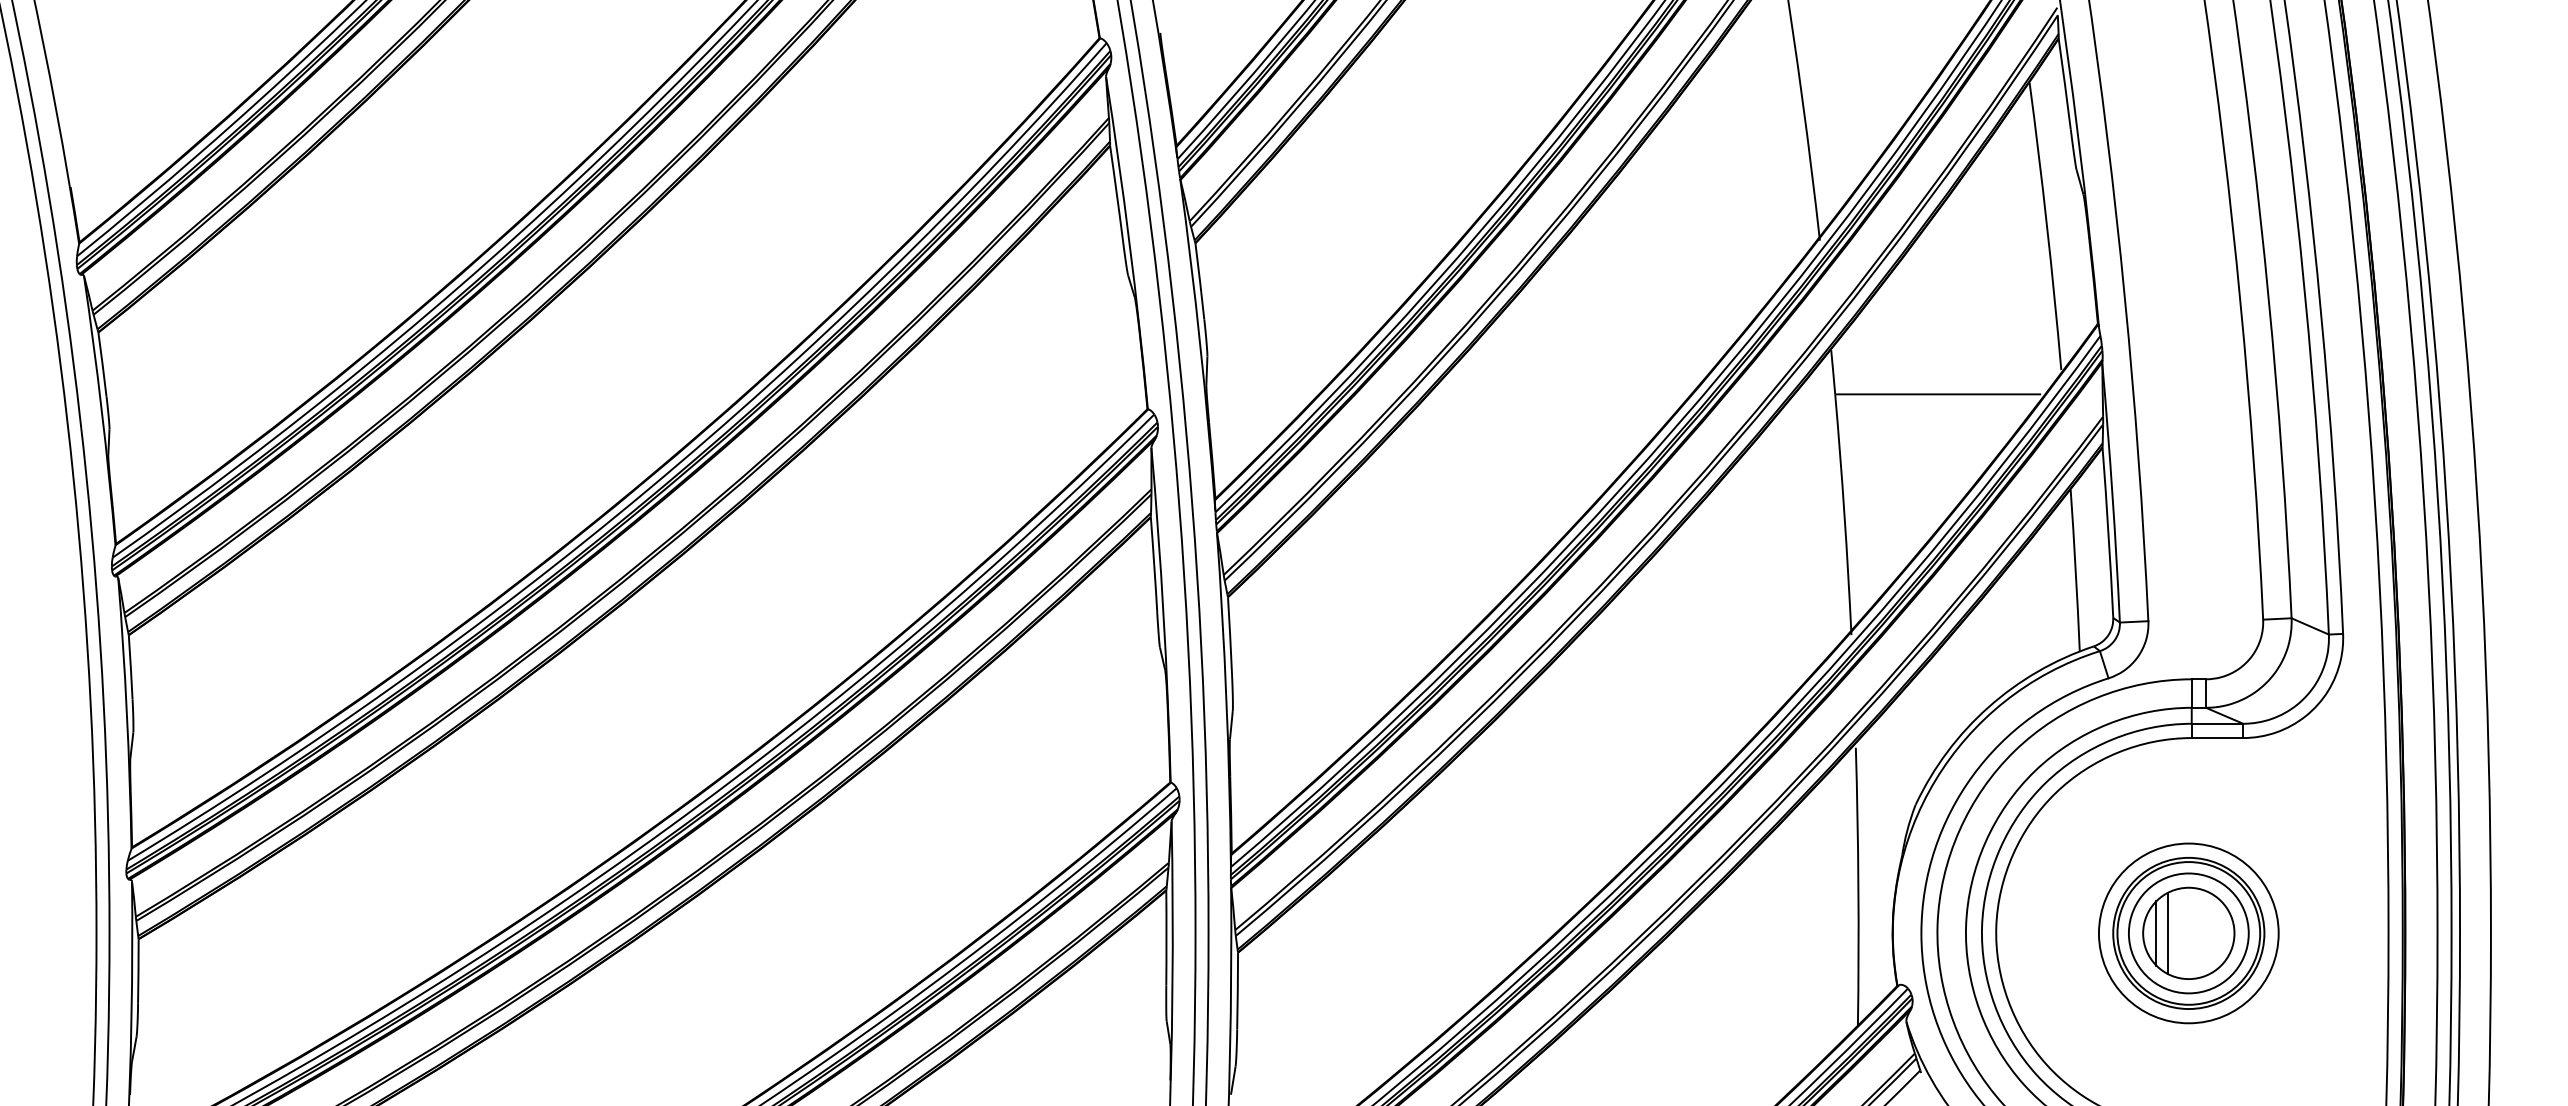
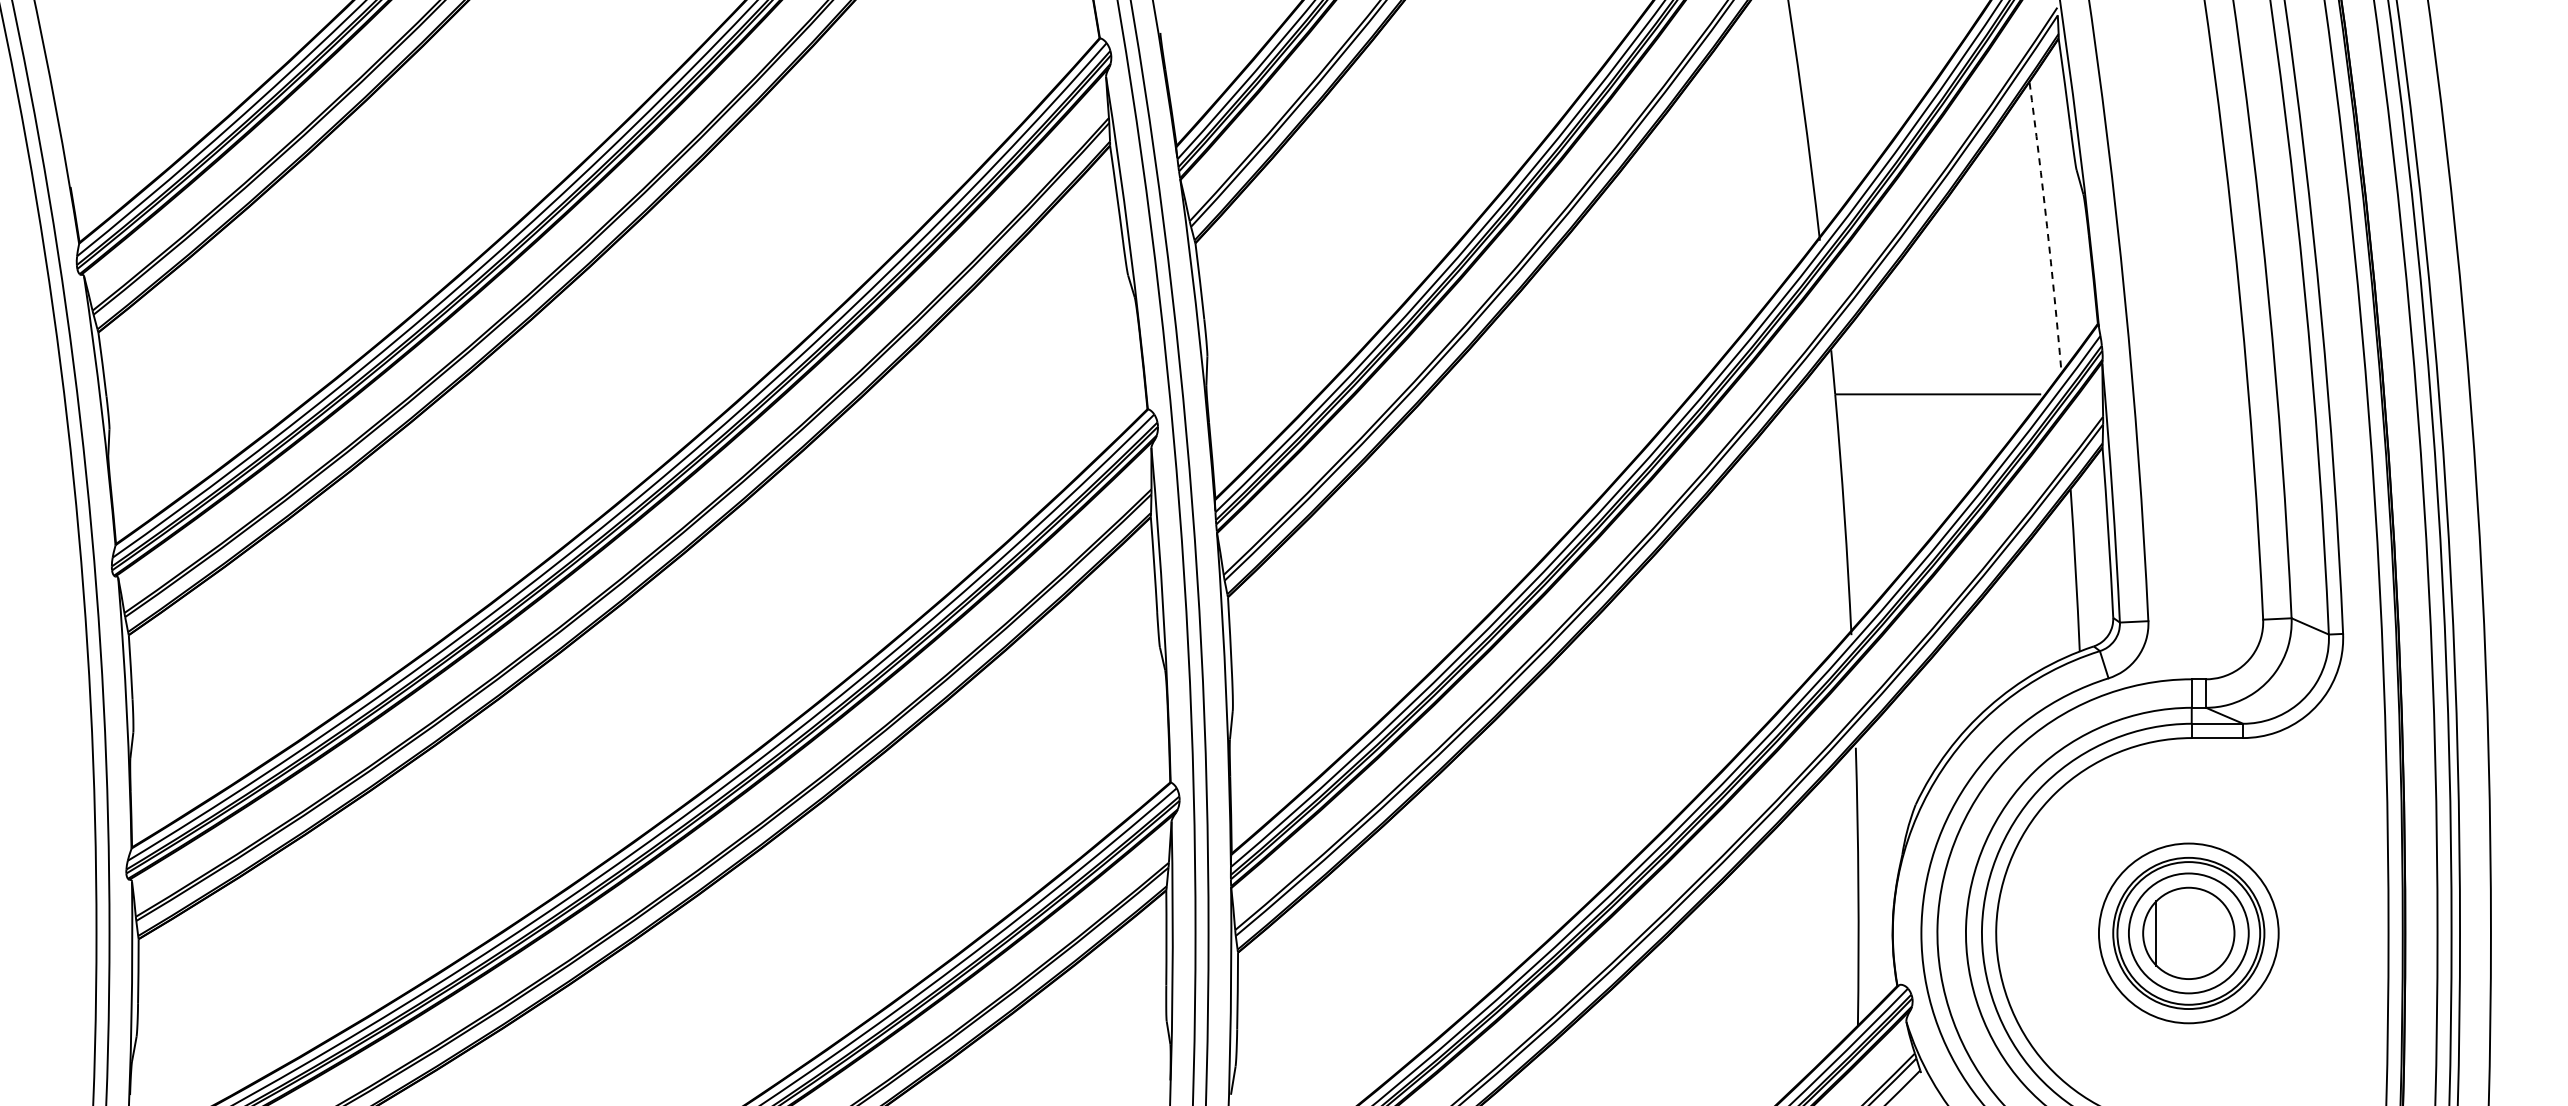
arc at (2047, 226): solid -> dashed
line at (2167, 933): present -> none
